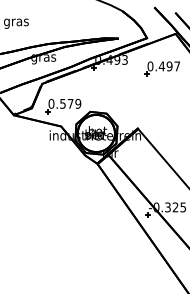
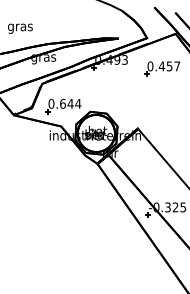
text at (16, 23) position: (16, 23) -> (20, 28)
text at (169, 66): 0.497 -> 0.457
text at (70, 103): 0.579 -> 0.644
